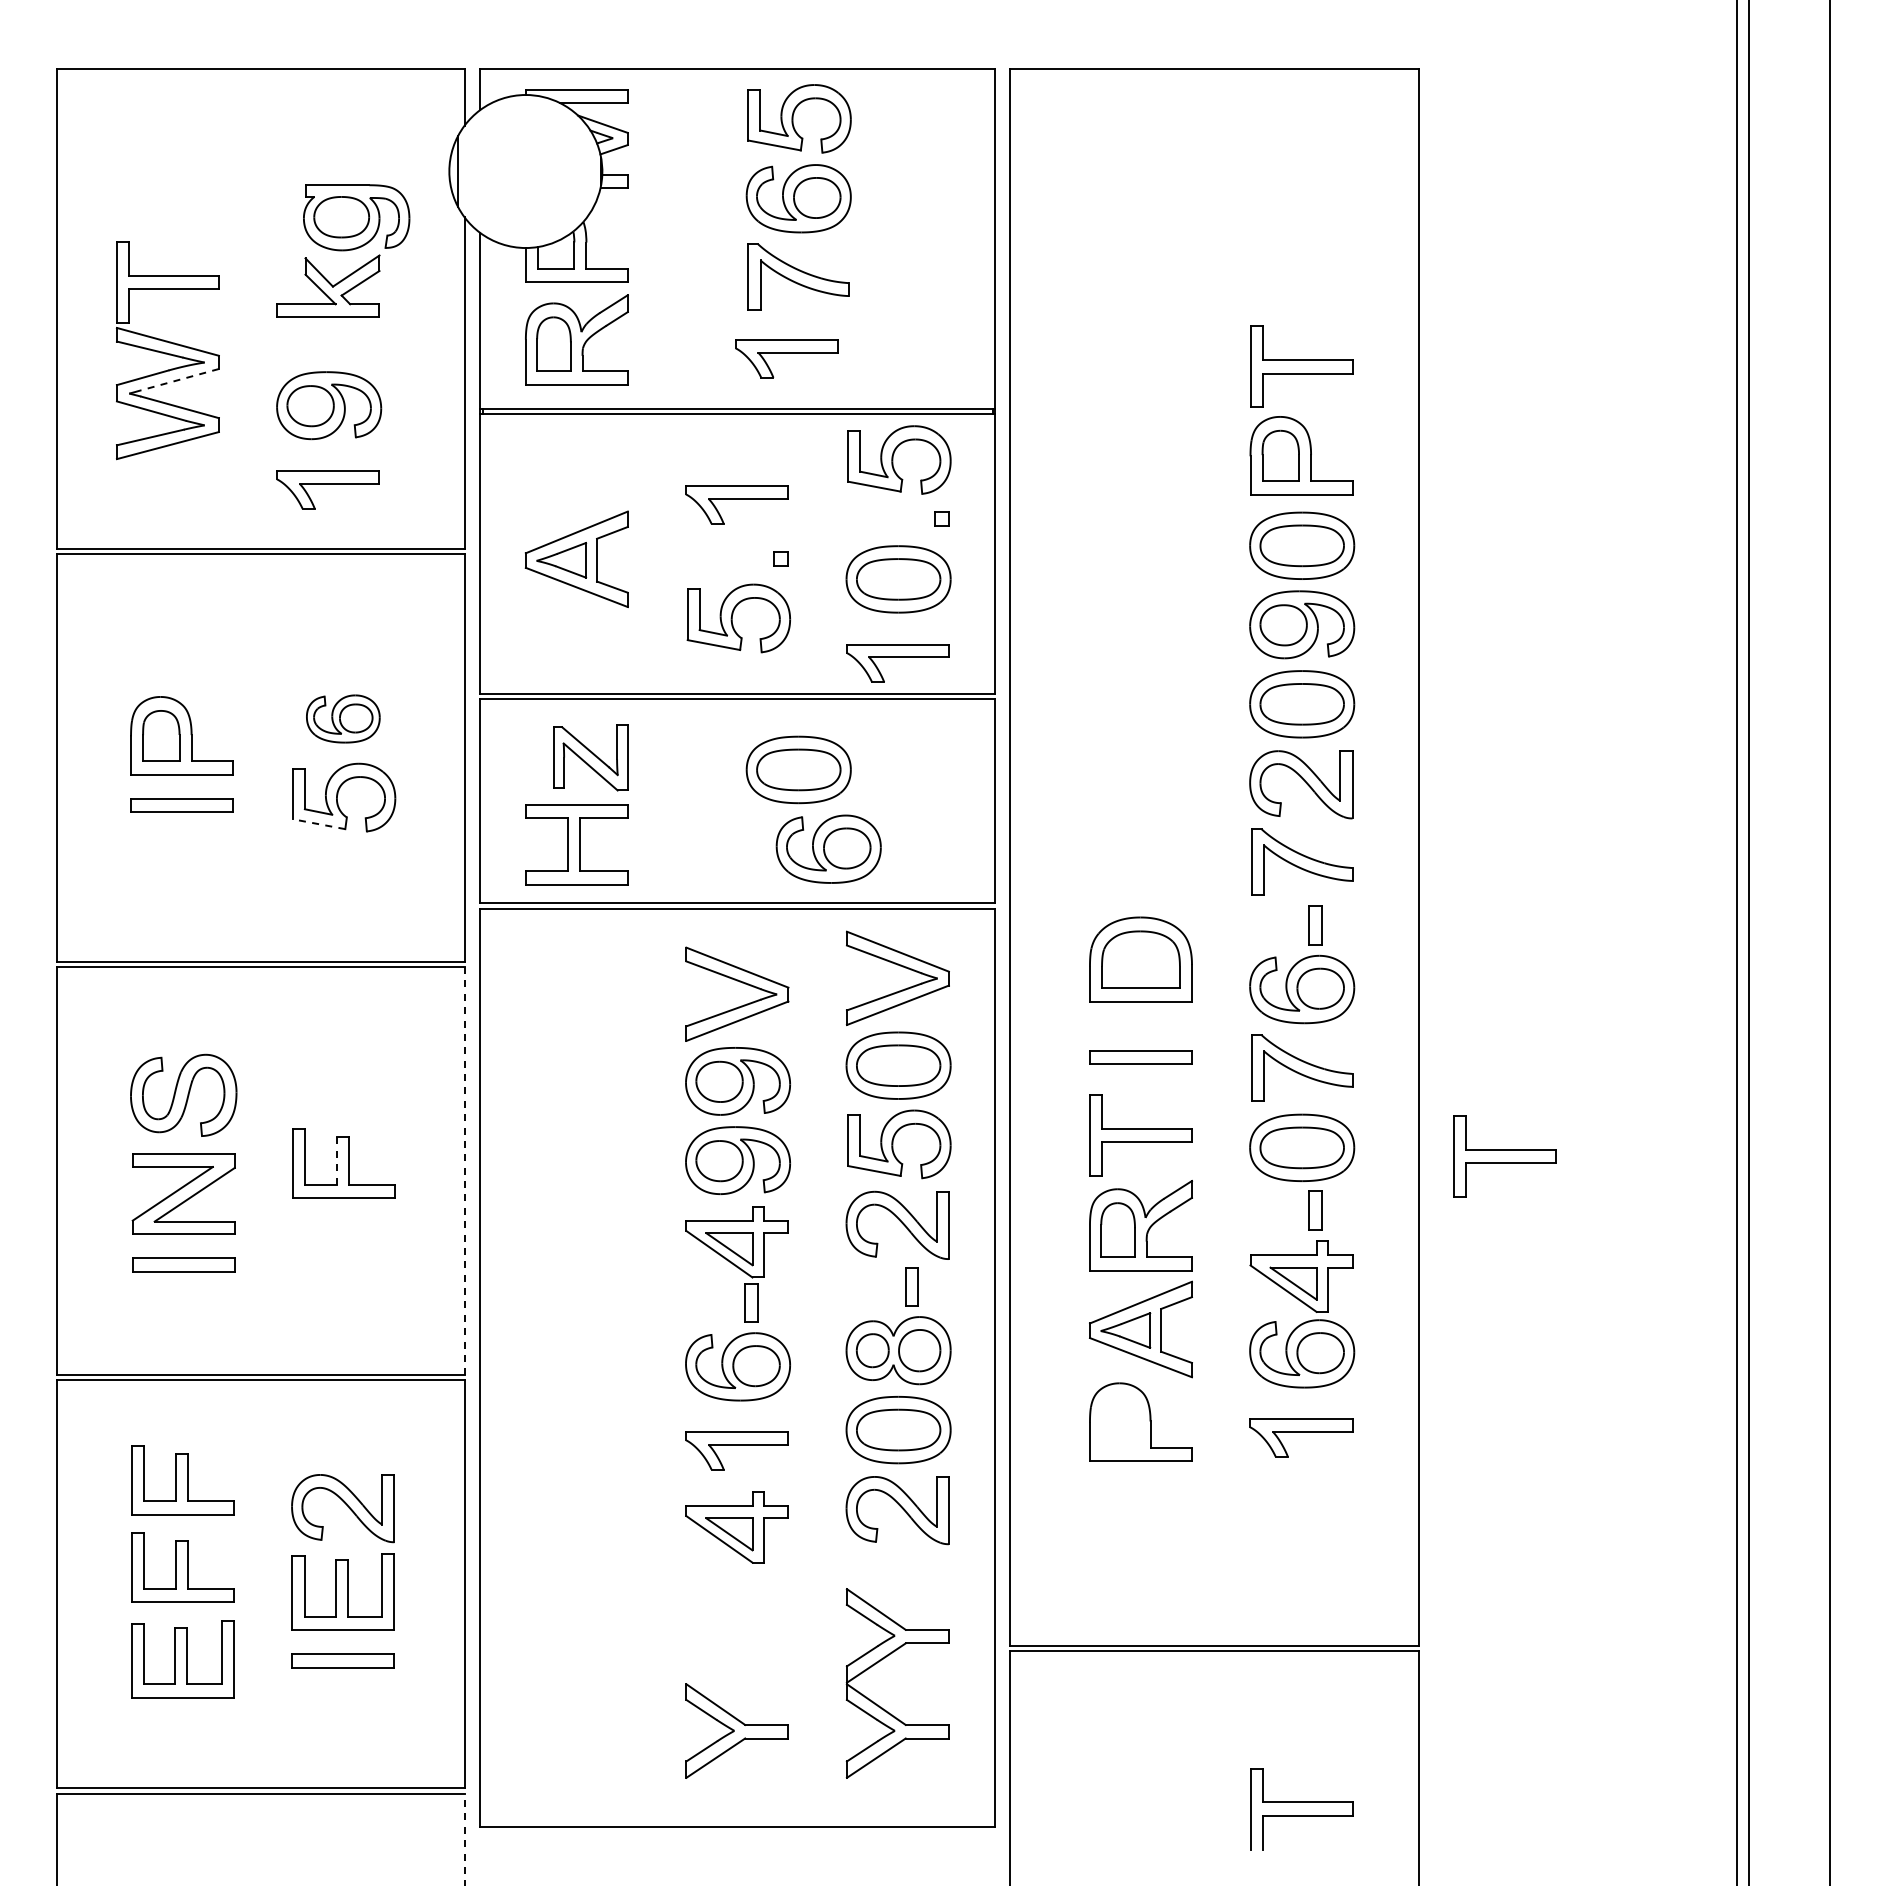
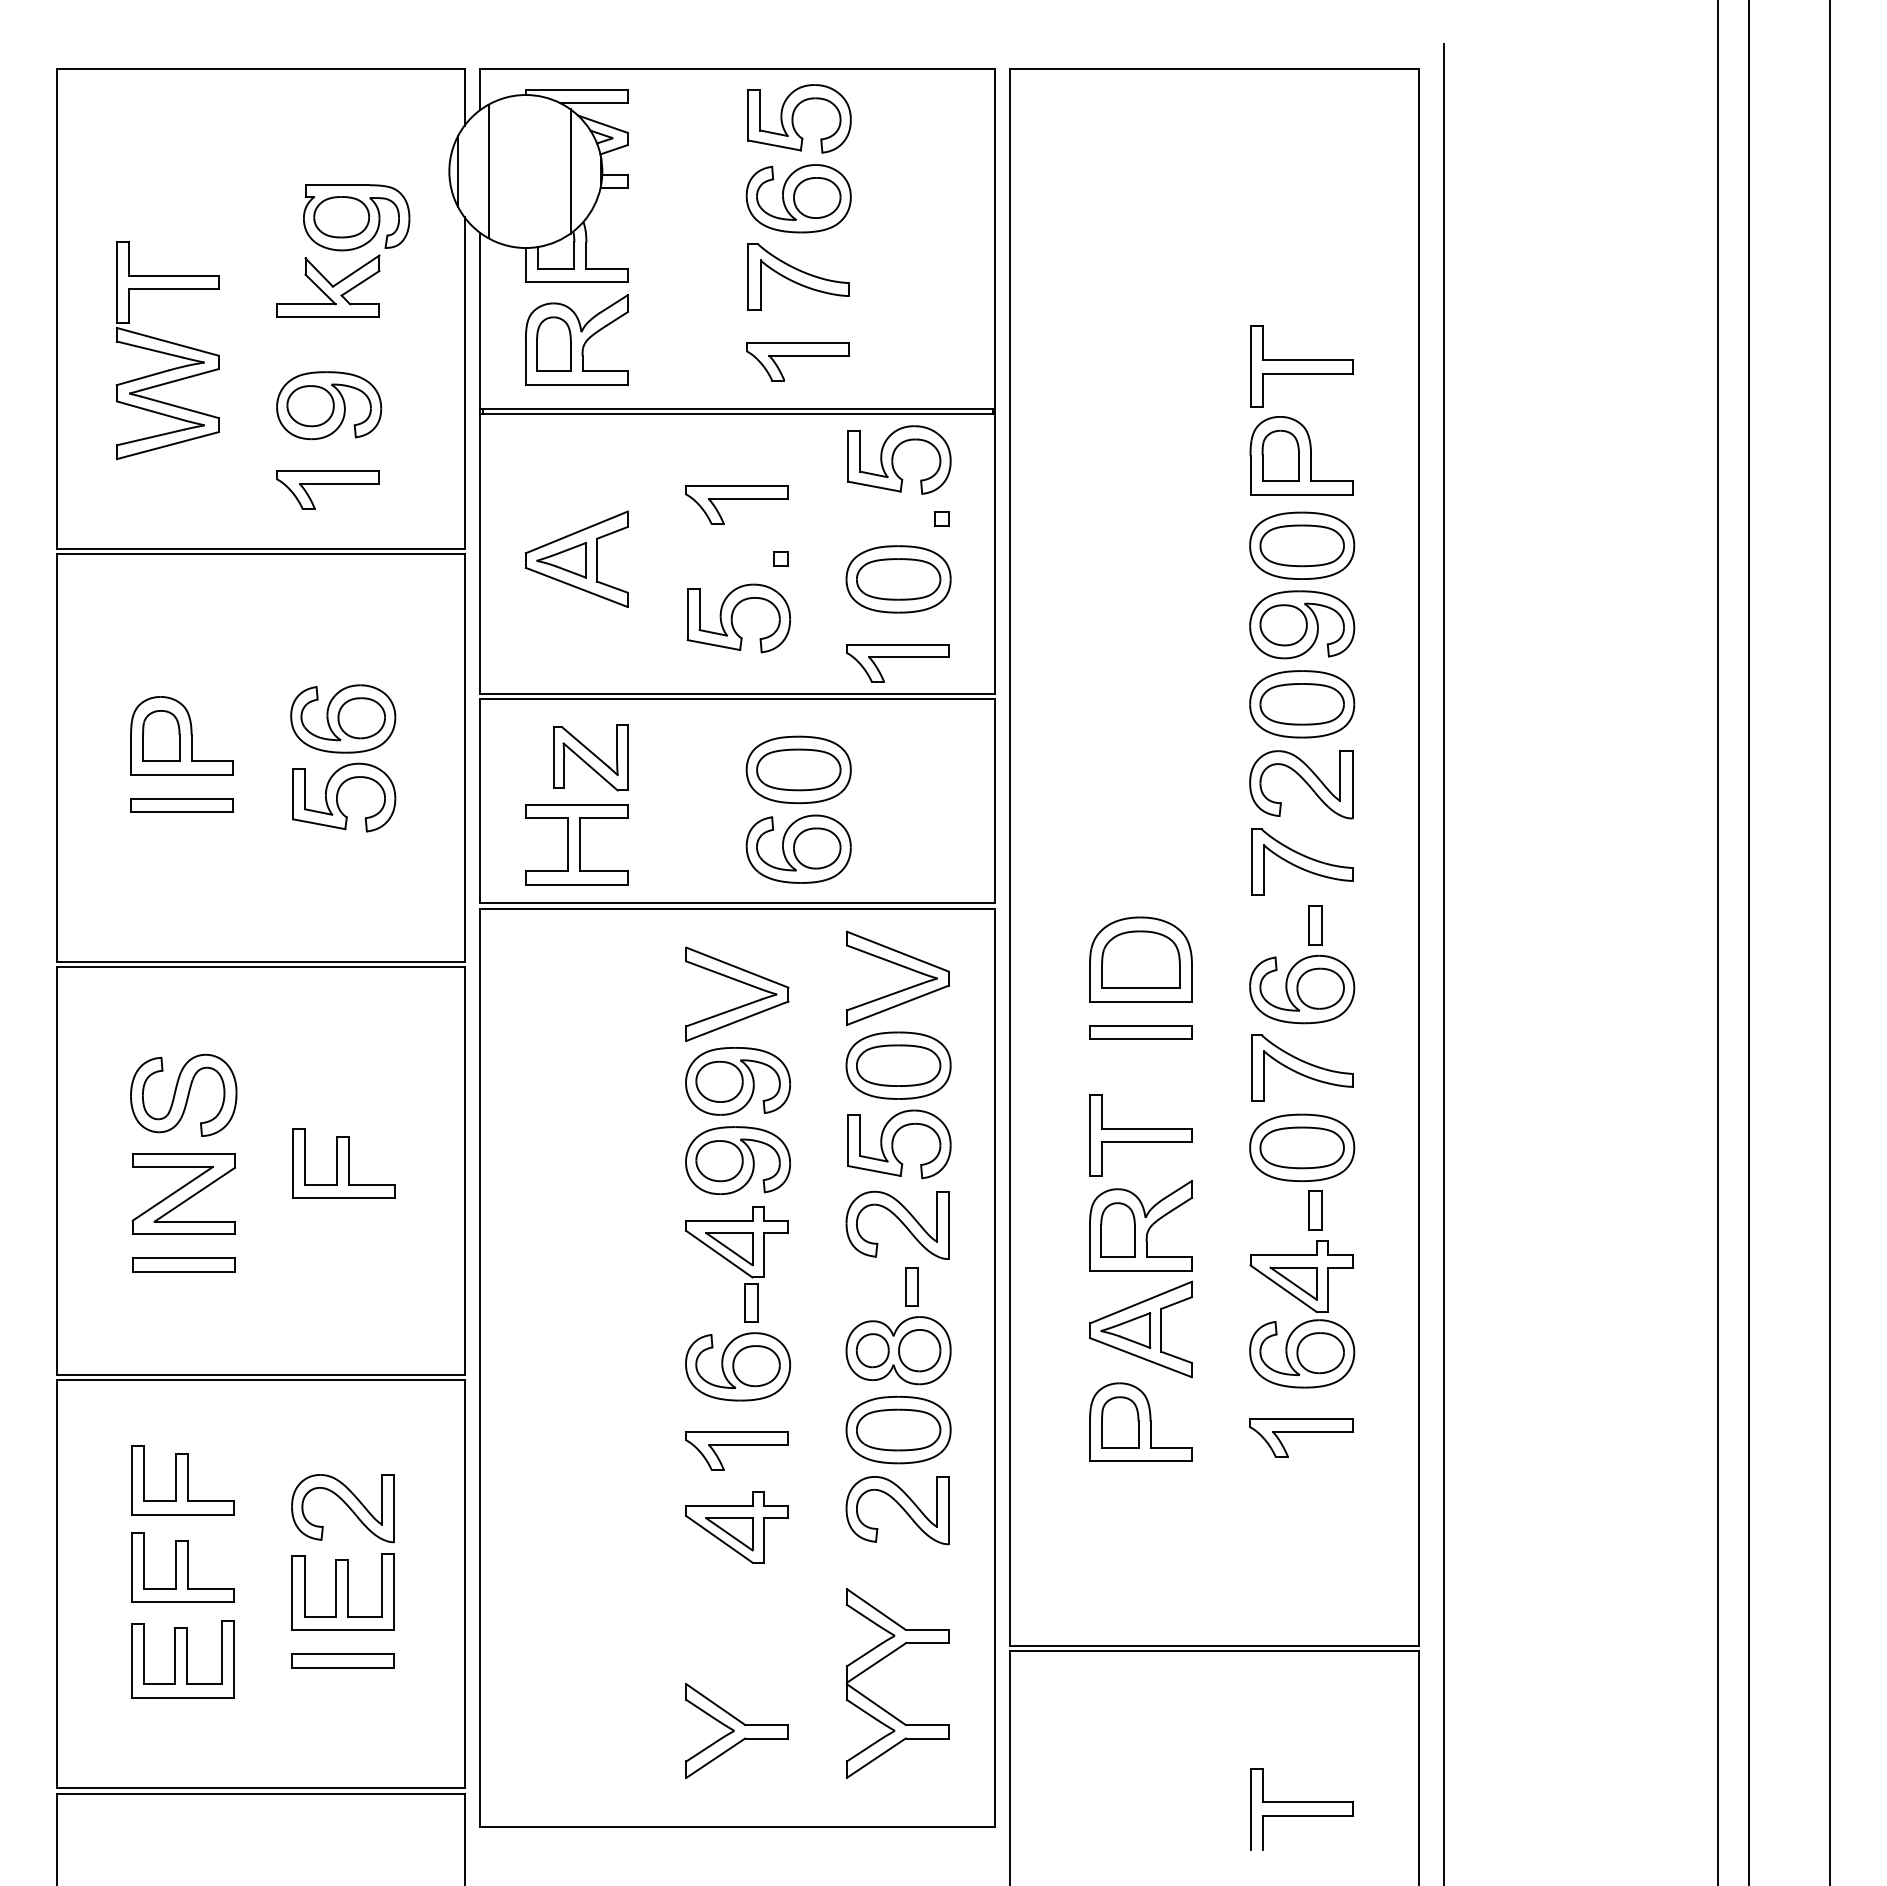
line at (488, 171): none -> present
line at (570, 171): none -> present
part at (786, 358) position: (786, 358) -> (797, 361)
line at (179, 379): dashed -> solid
part at (343, 718) size: 75x50 px -> 107x70 px
line at (319, 824): dashed -> solid
part at (828, 848) position: (828, 848) -> (798, 848)
line at (1737, 942) position: (1737, 942) -> (1718, 942)
line at (1443, 963): none -> present
part at (1140, 1057) position: (1140, 1057) -> (1140, 1032)
part at (1504, 1156): present -> none
line at (336, 1160): dashed -> solid
line at (464, 1170): dashed -> solid
part at (1120, 1422): none -> present
line at (464, 1839): dashed -> solid
